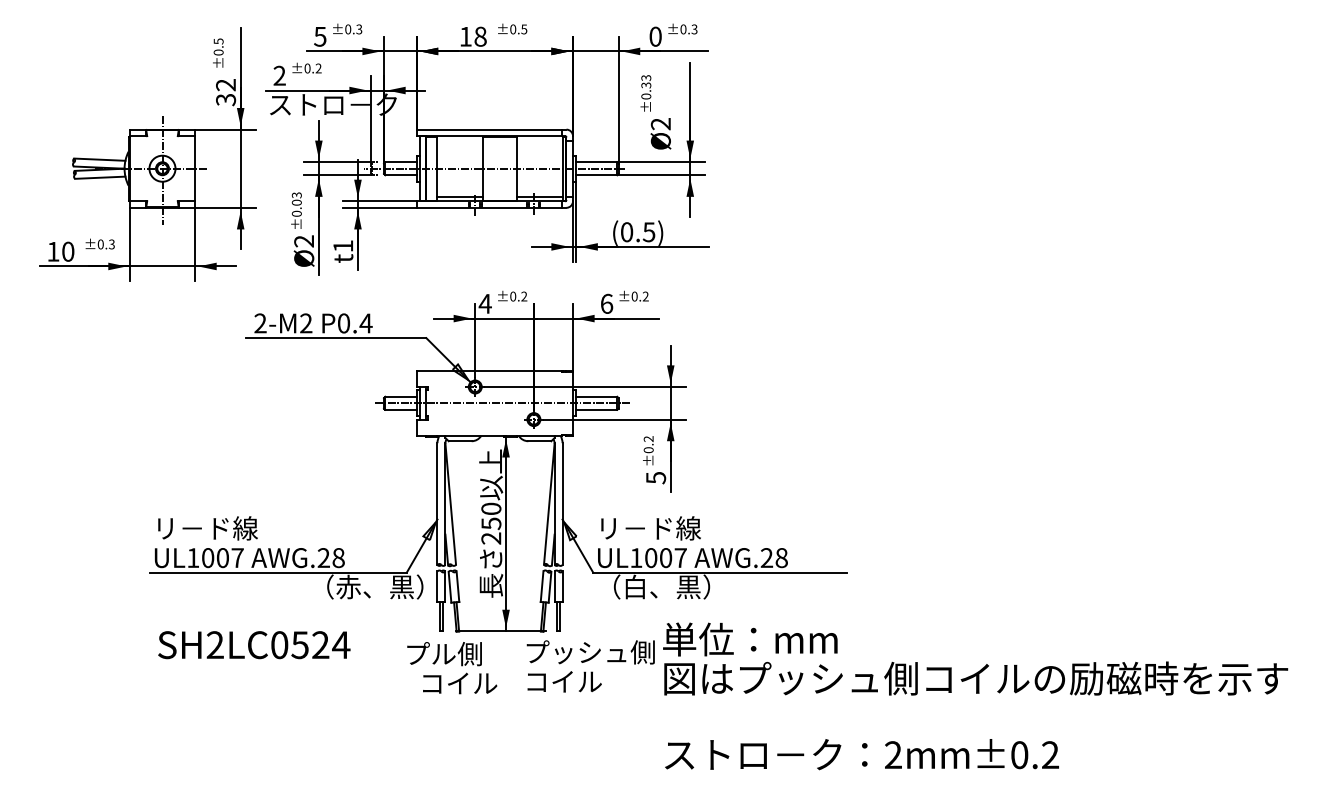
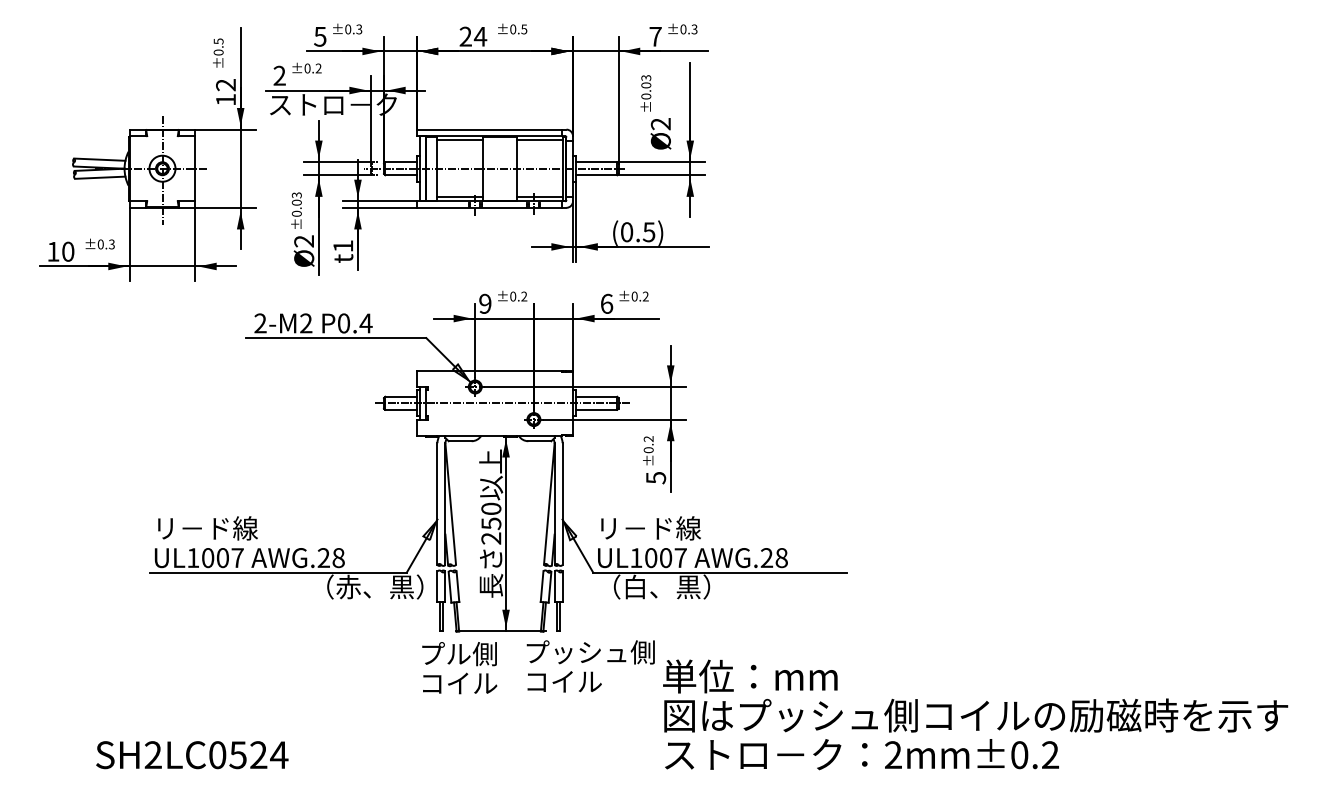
text at (473, 36): 18 -> 24
text at (655, 36): 0 -> 7
text at (646, 85): ±0.33 -> ±0.03
text at (226, 100): 32 -> 12
line at (460, 140): none -> present
line at (539, 140): none -> present
text at (484, 303): 4 -> 9
text at (254, 645) position: (254, 645) -> (192, 755)
text at (444, 654) position: (444, 654) -> (459, 654)
text at (975, 658) position: (975, 658) -> (975, 695)
